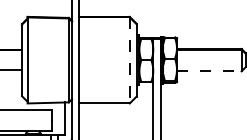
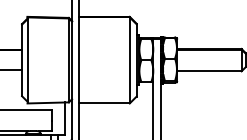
line at (129, 60): dashed -> solid
line at (209, 71): dashed -> solid
